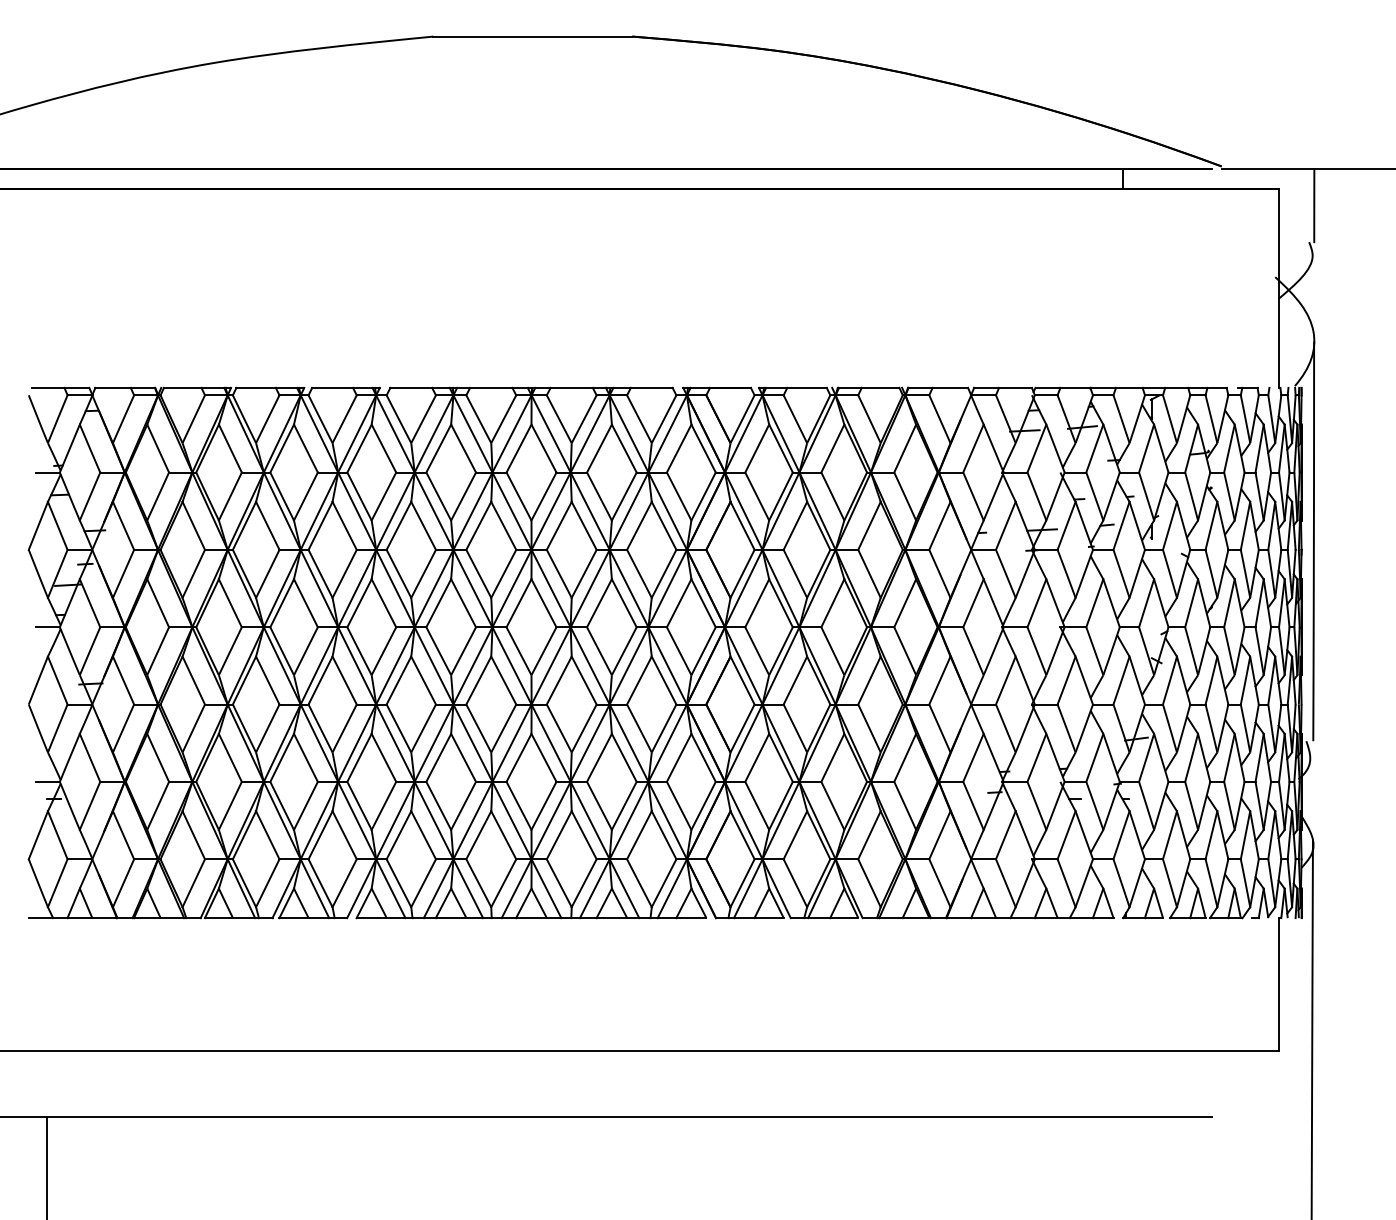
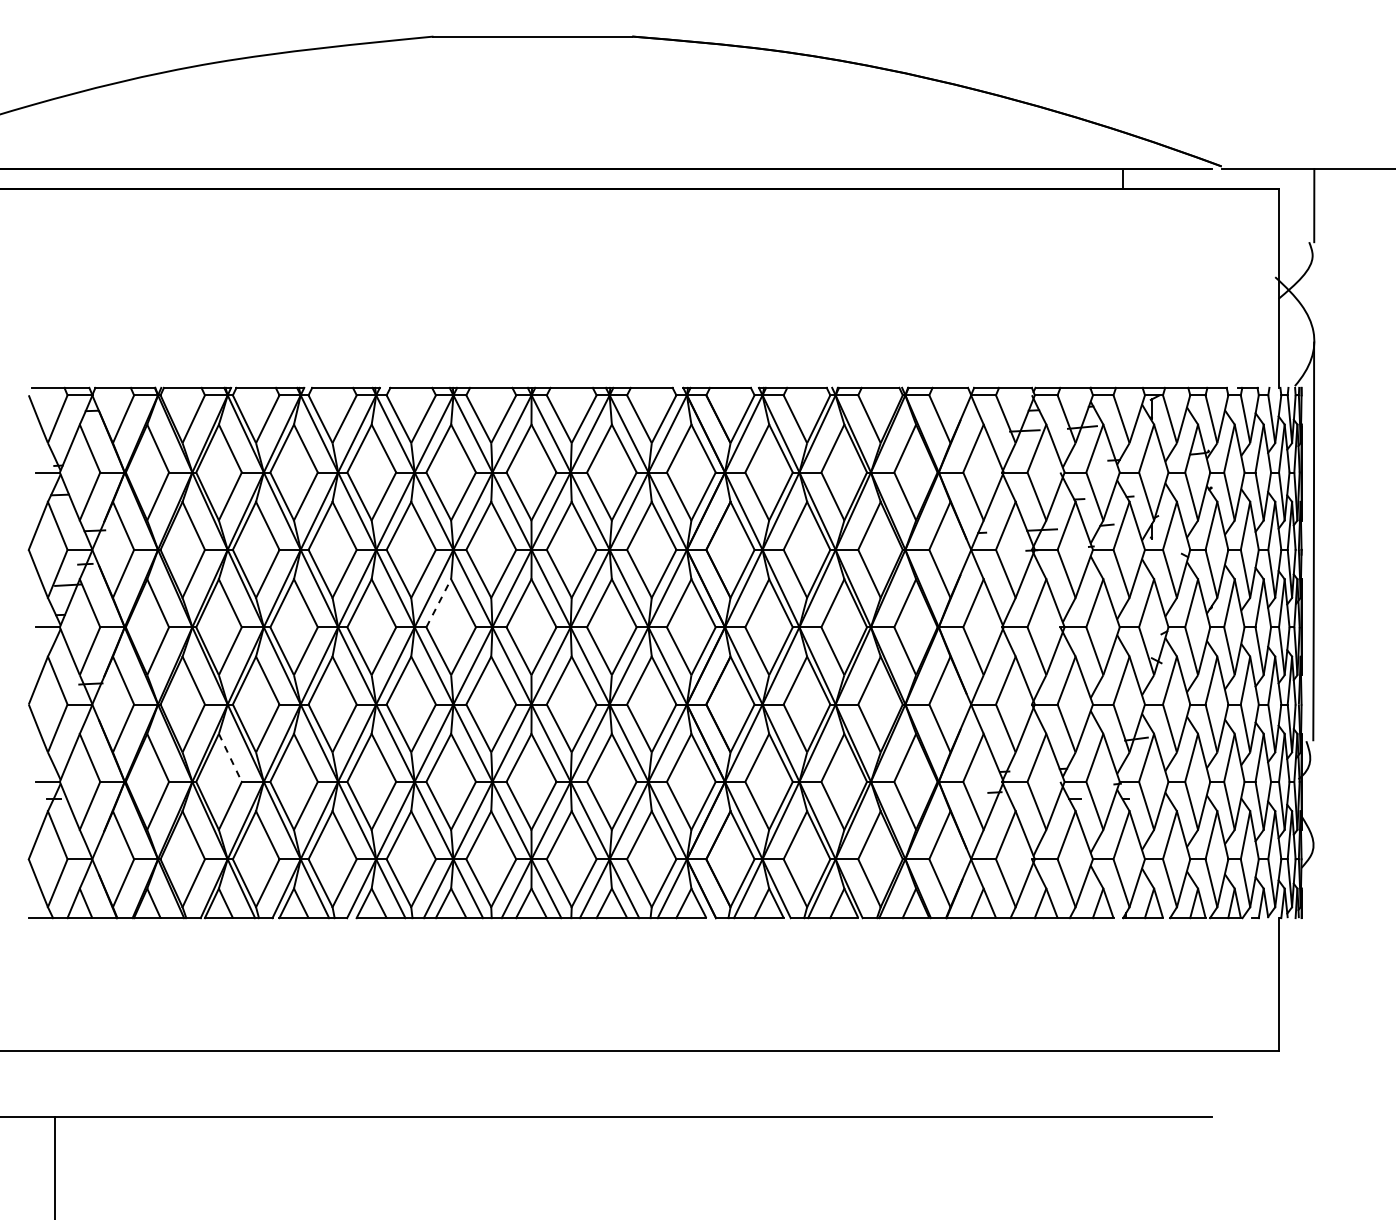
line at (438, 602): solid -> dashed
line at (230, 757): solid -> dashed
line at (1311, 1028): present -> none
line at (47, 1166) position: (47, 1166) -> (55, 1166)
